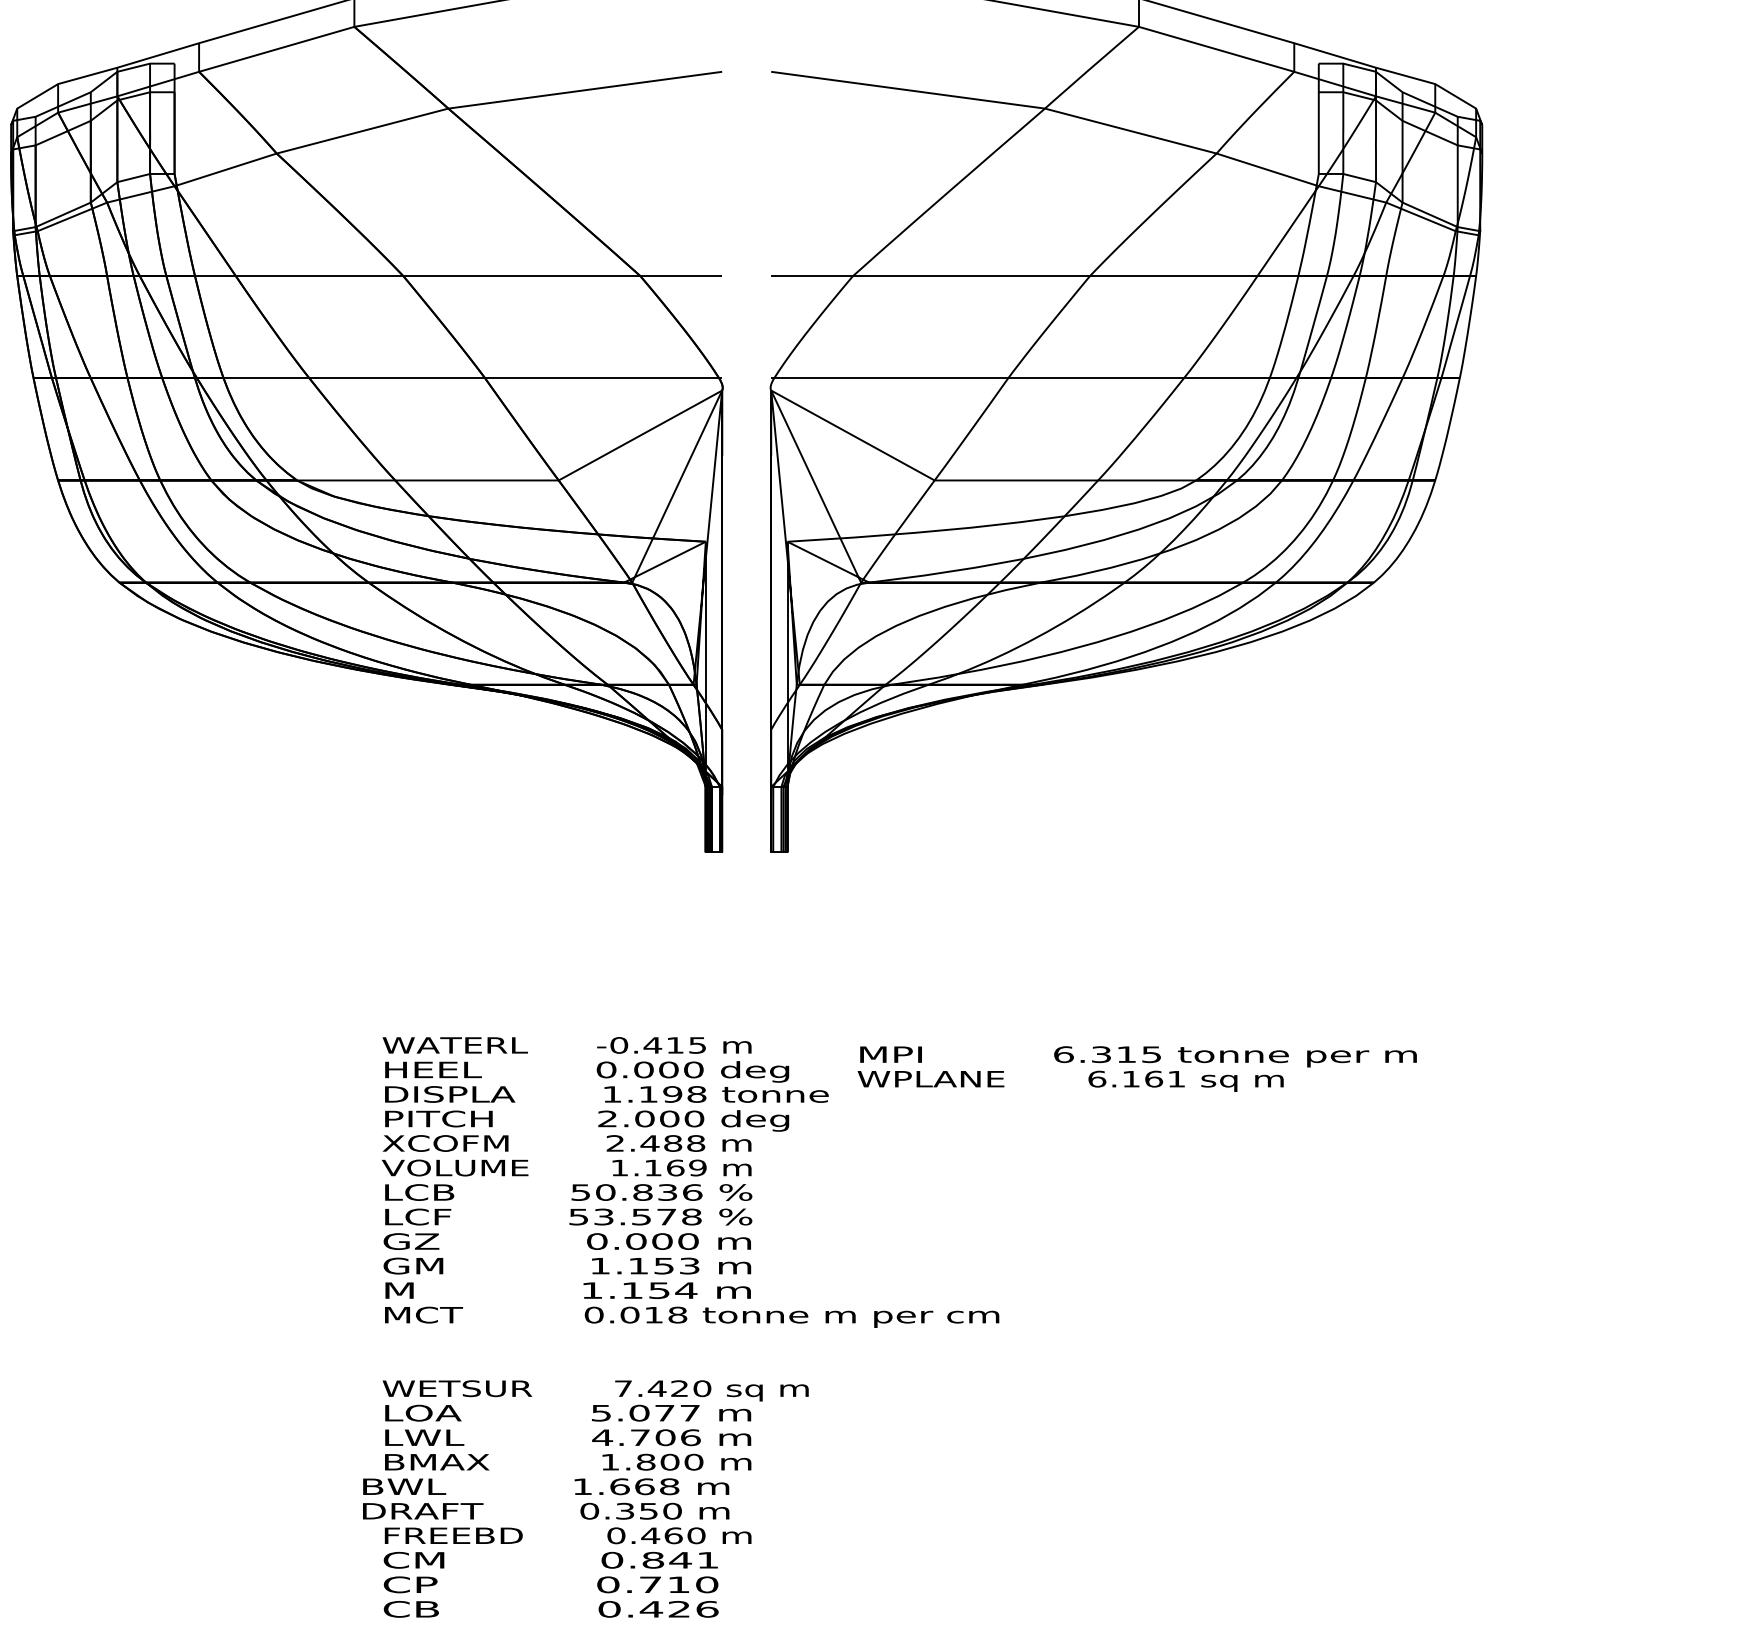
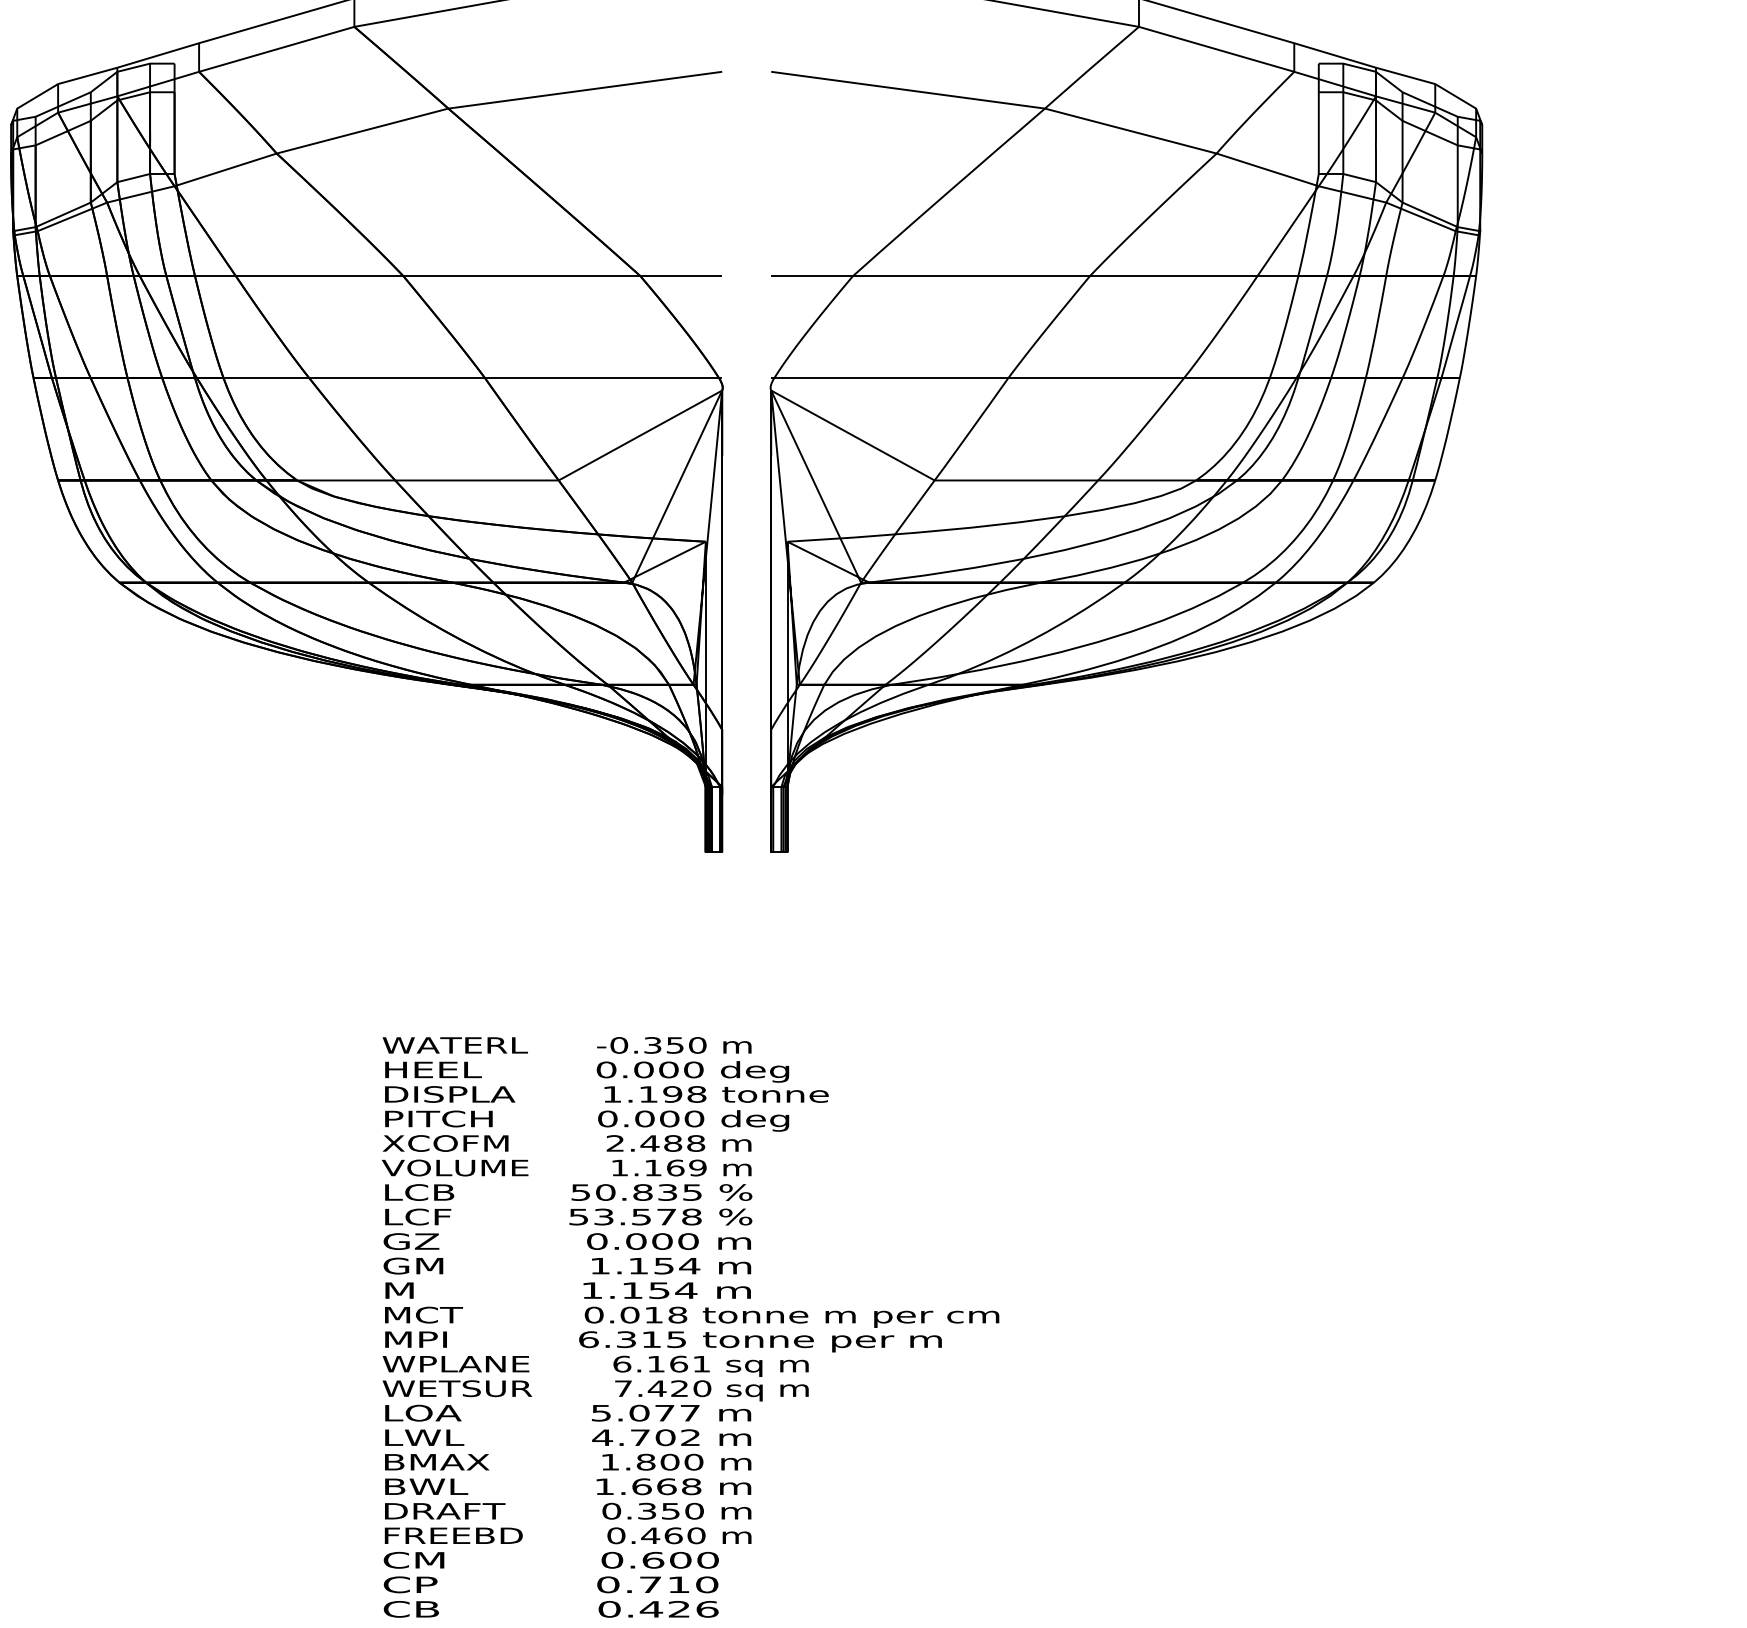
text at (674, 1045): -0.415 -> -0.350
text at (1136, 1068) position: (1136, 1068) -> (661, 1353)
text at (607, 1118): 2.000 -> 0.000
text at (692, 1192): 50.836 -> 50.835
text at (689, 1265): 1.153 -> 1.154
text at (690, 1437): 4.706 -> 4.702
text at (546, 1498) position: (546, 1498) -> (568, 1498)
text at (680, 1559): 0.841 -> 0.600
